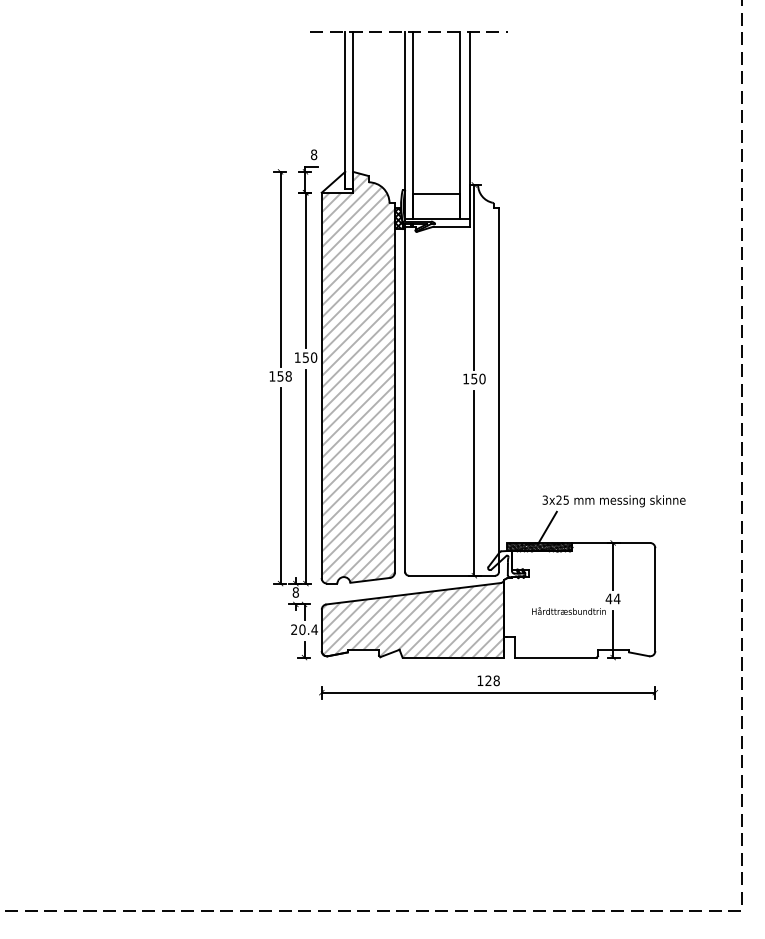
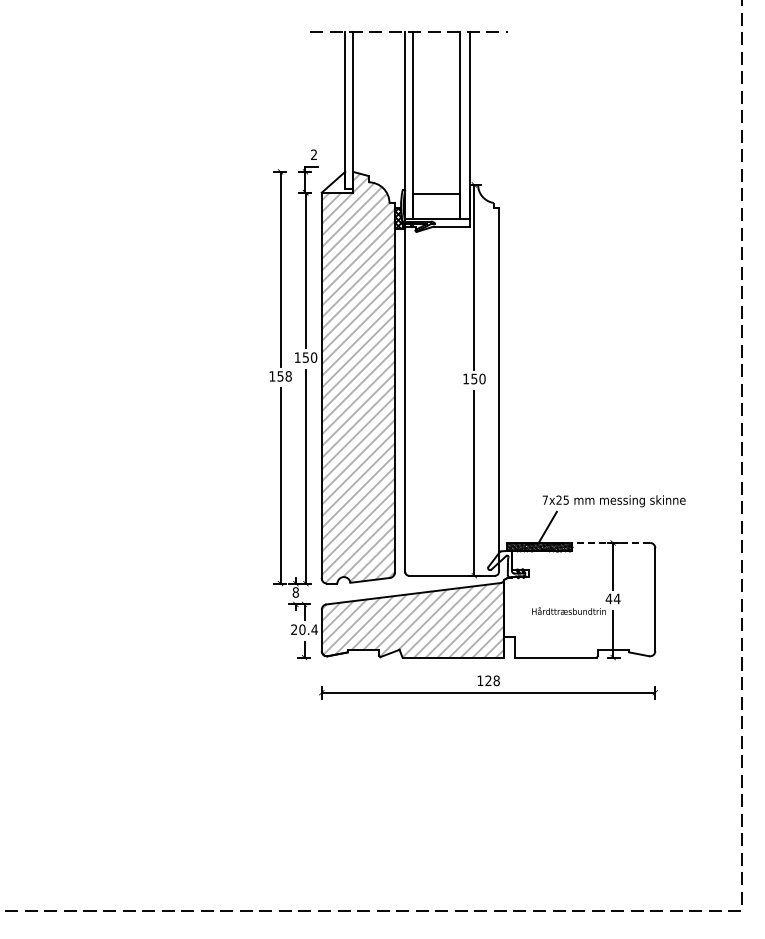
text at (314, 154): 8 -> 2
text at (544, 499): 3x25 -> 7x25
line at (610, 542): solid -> dashed
